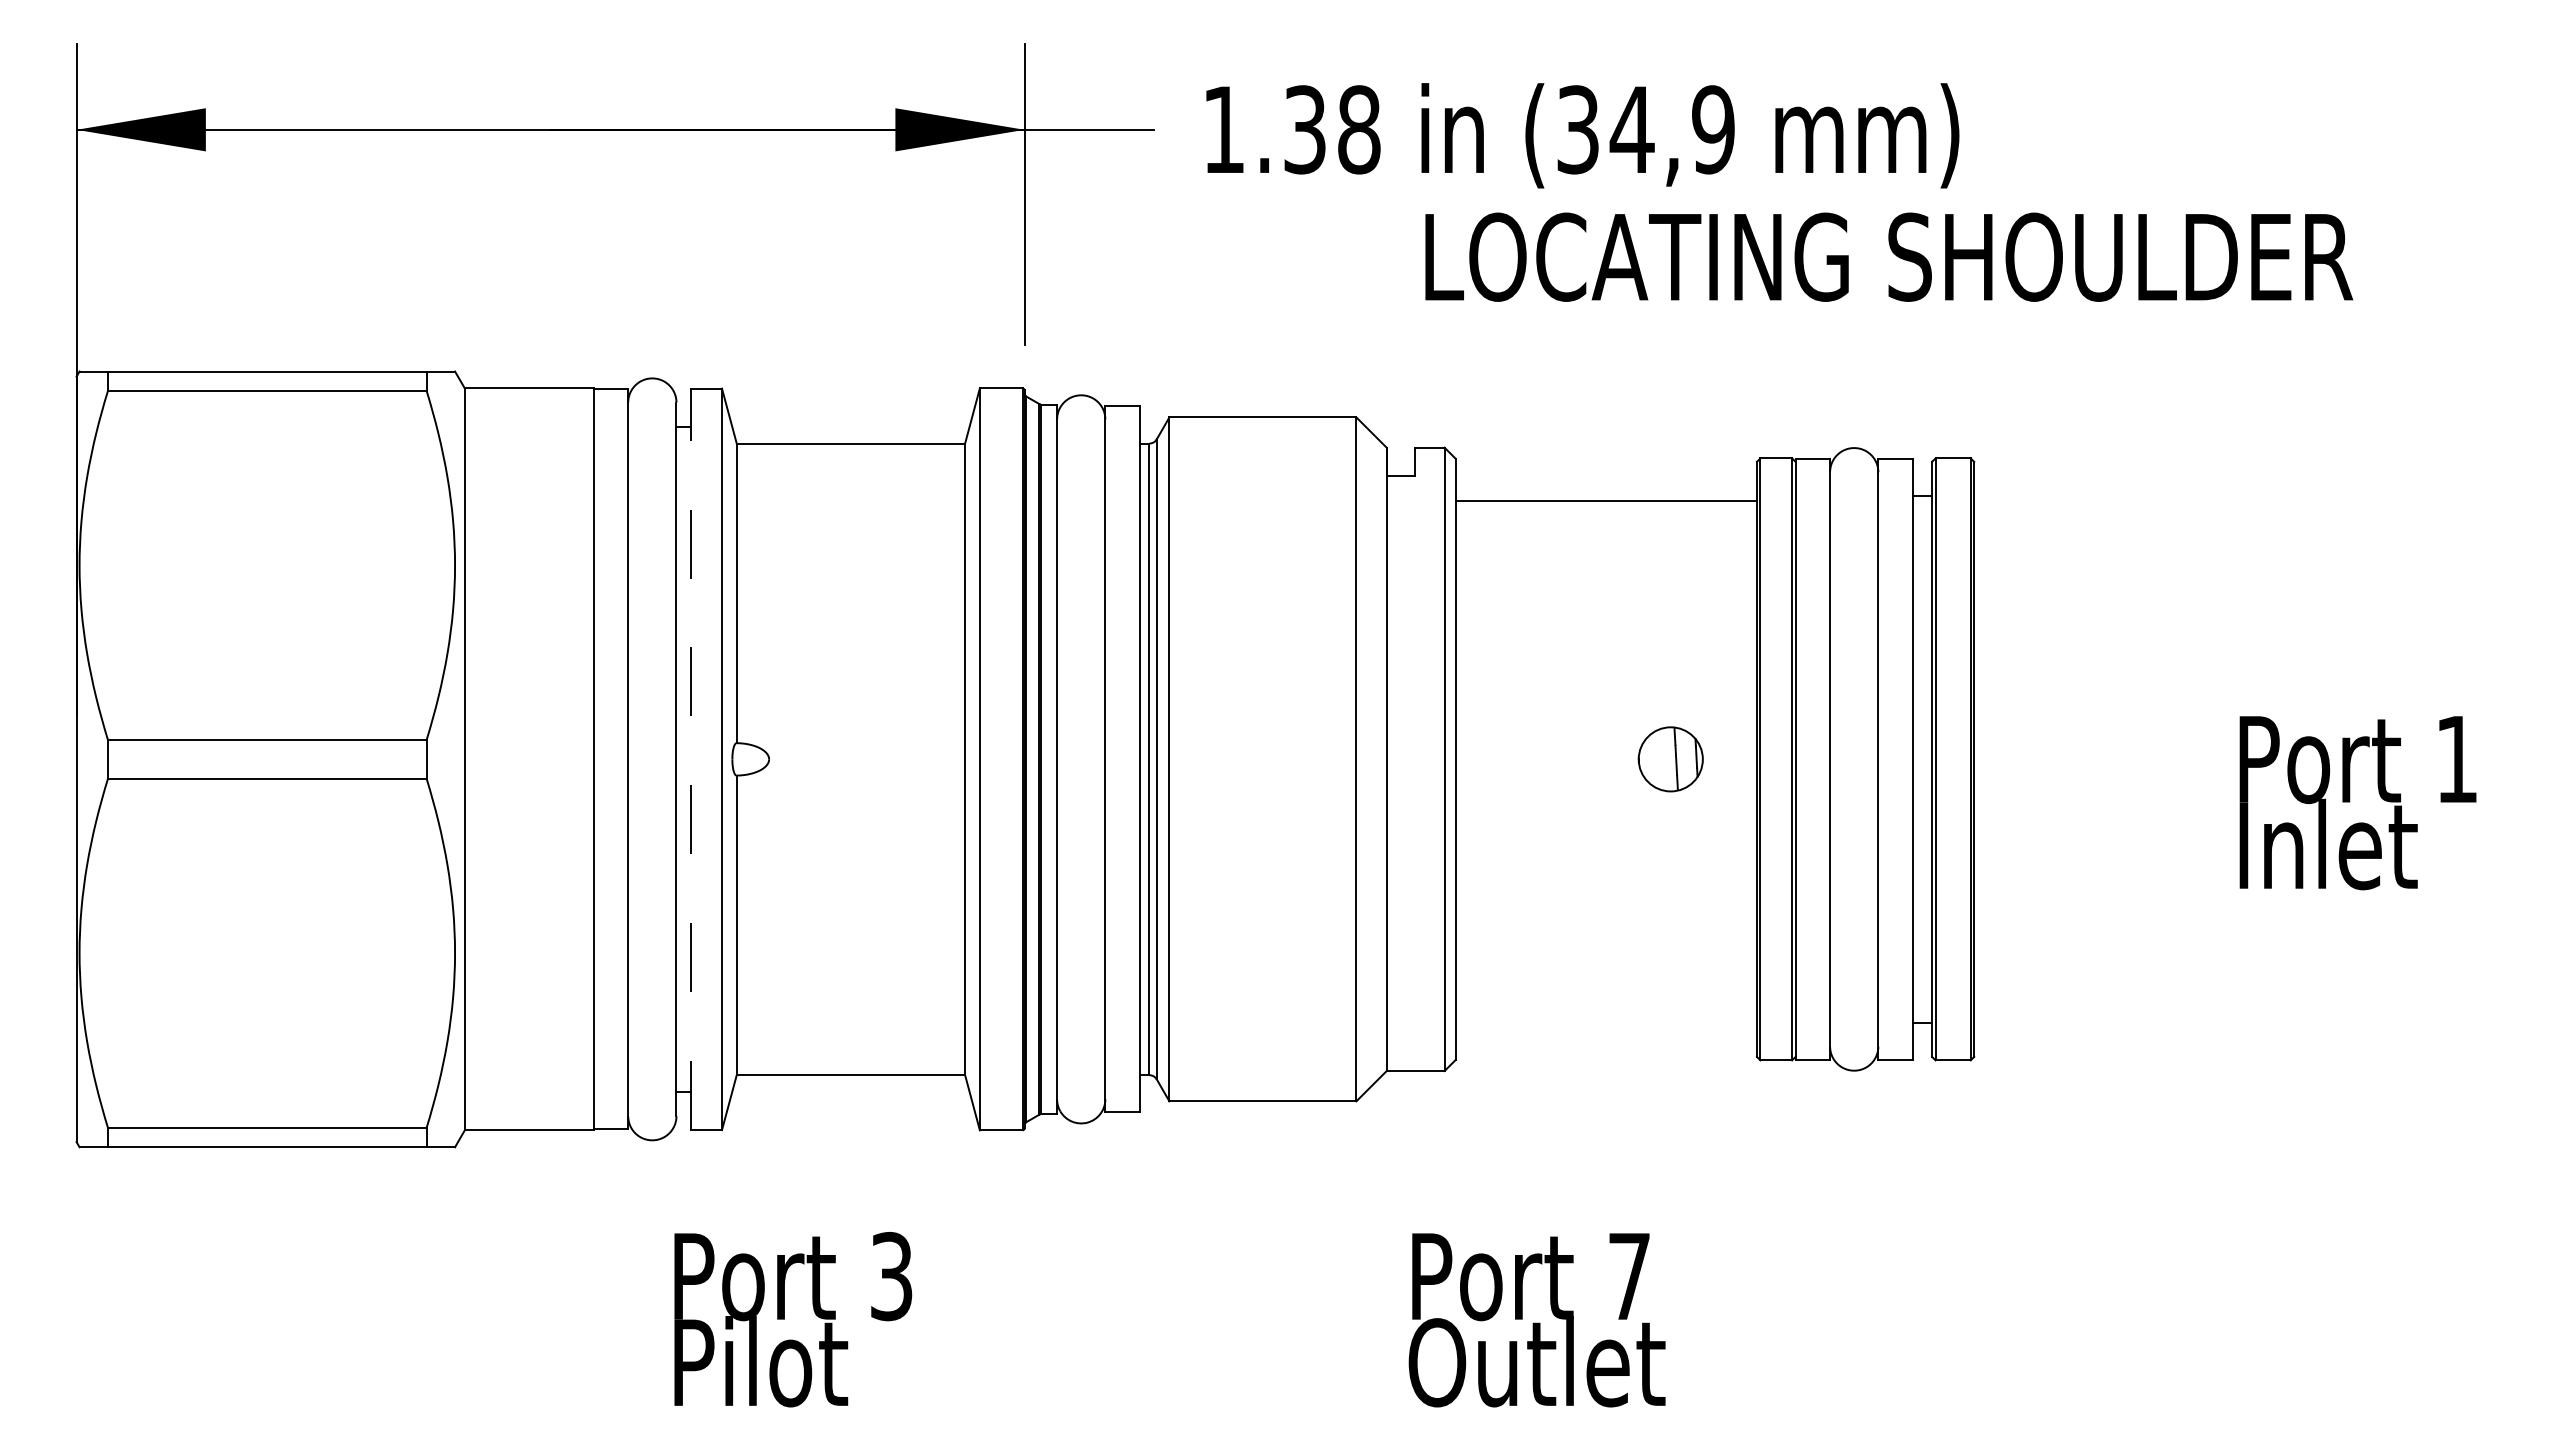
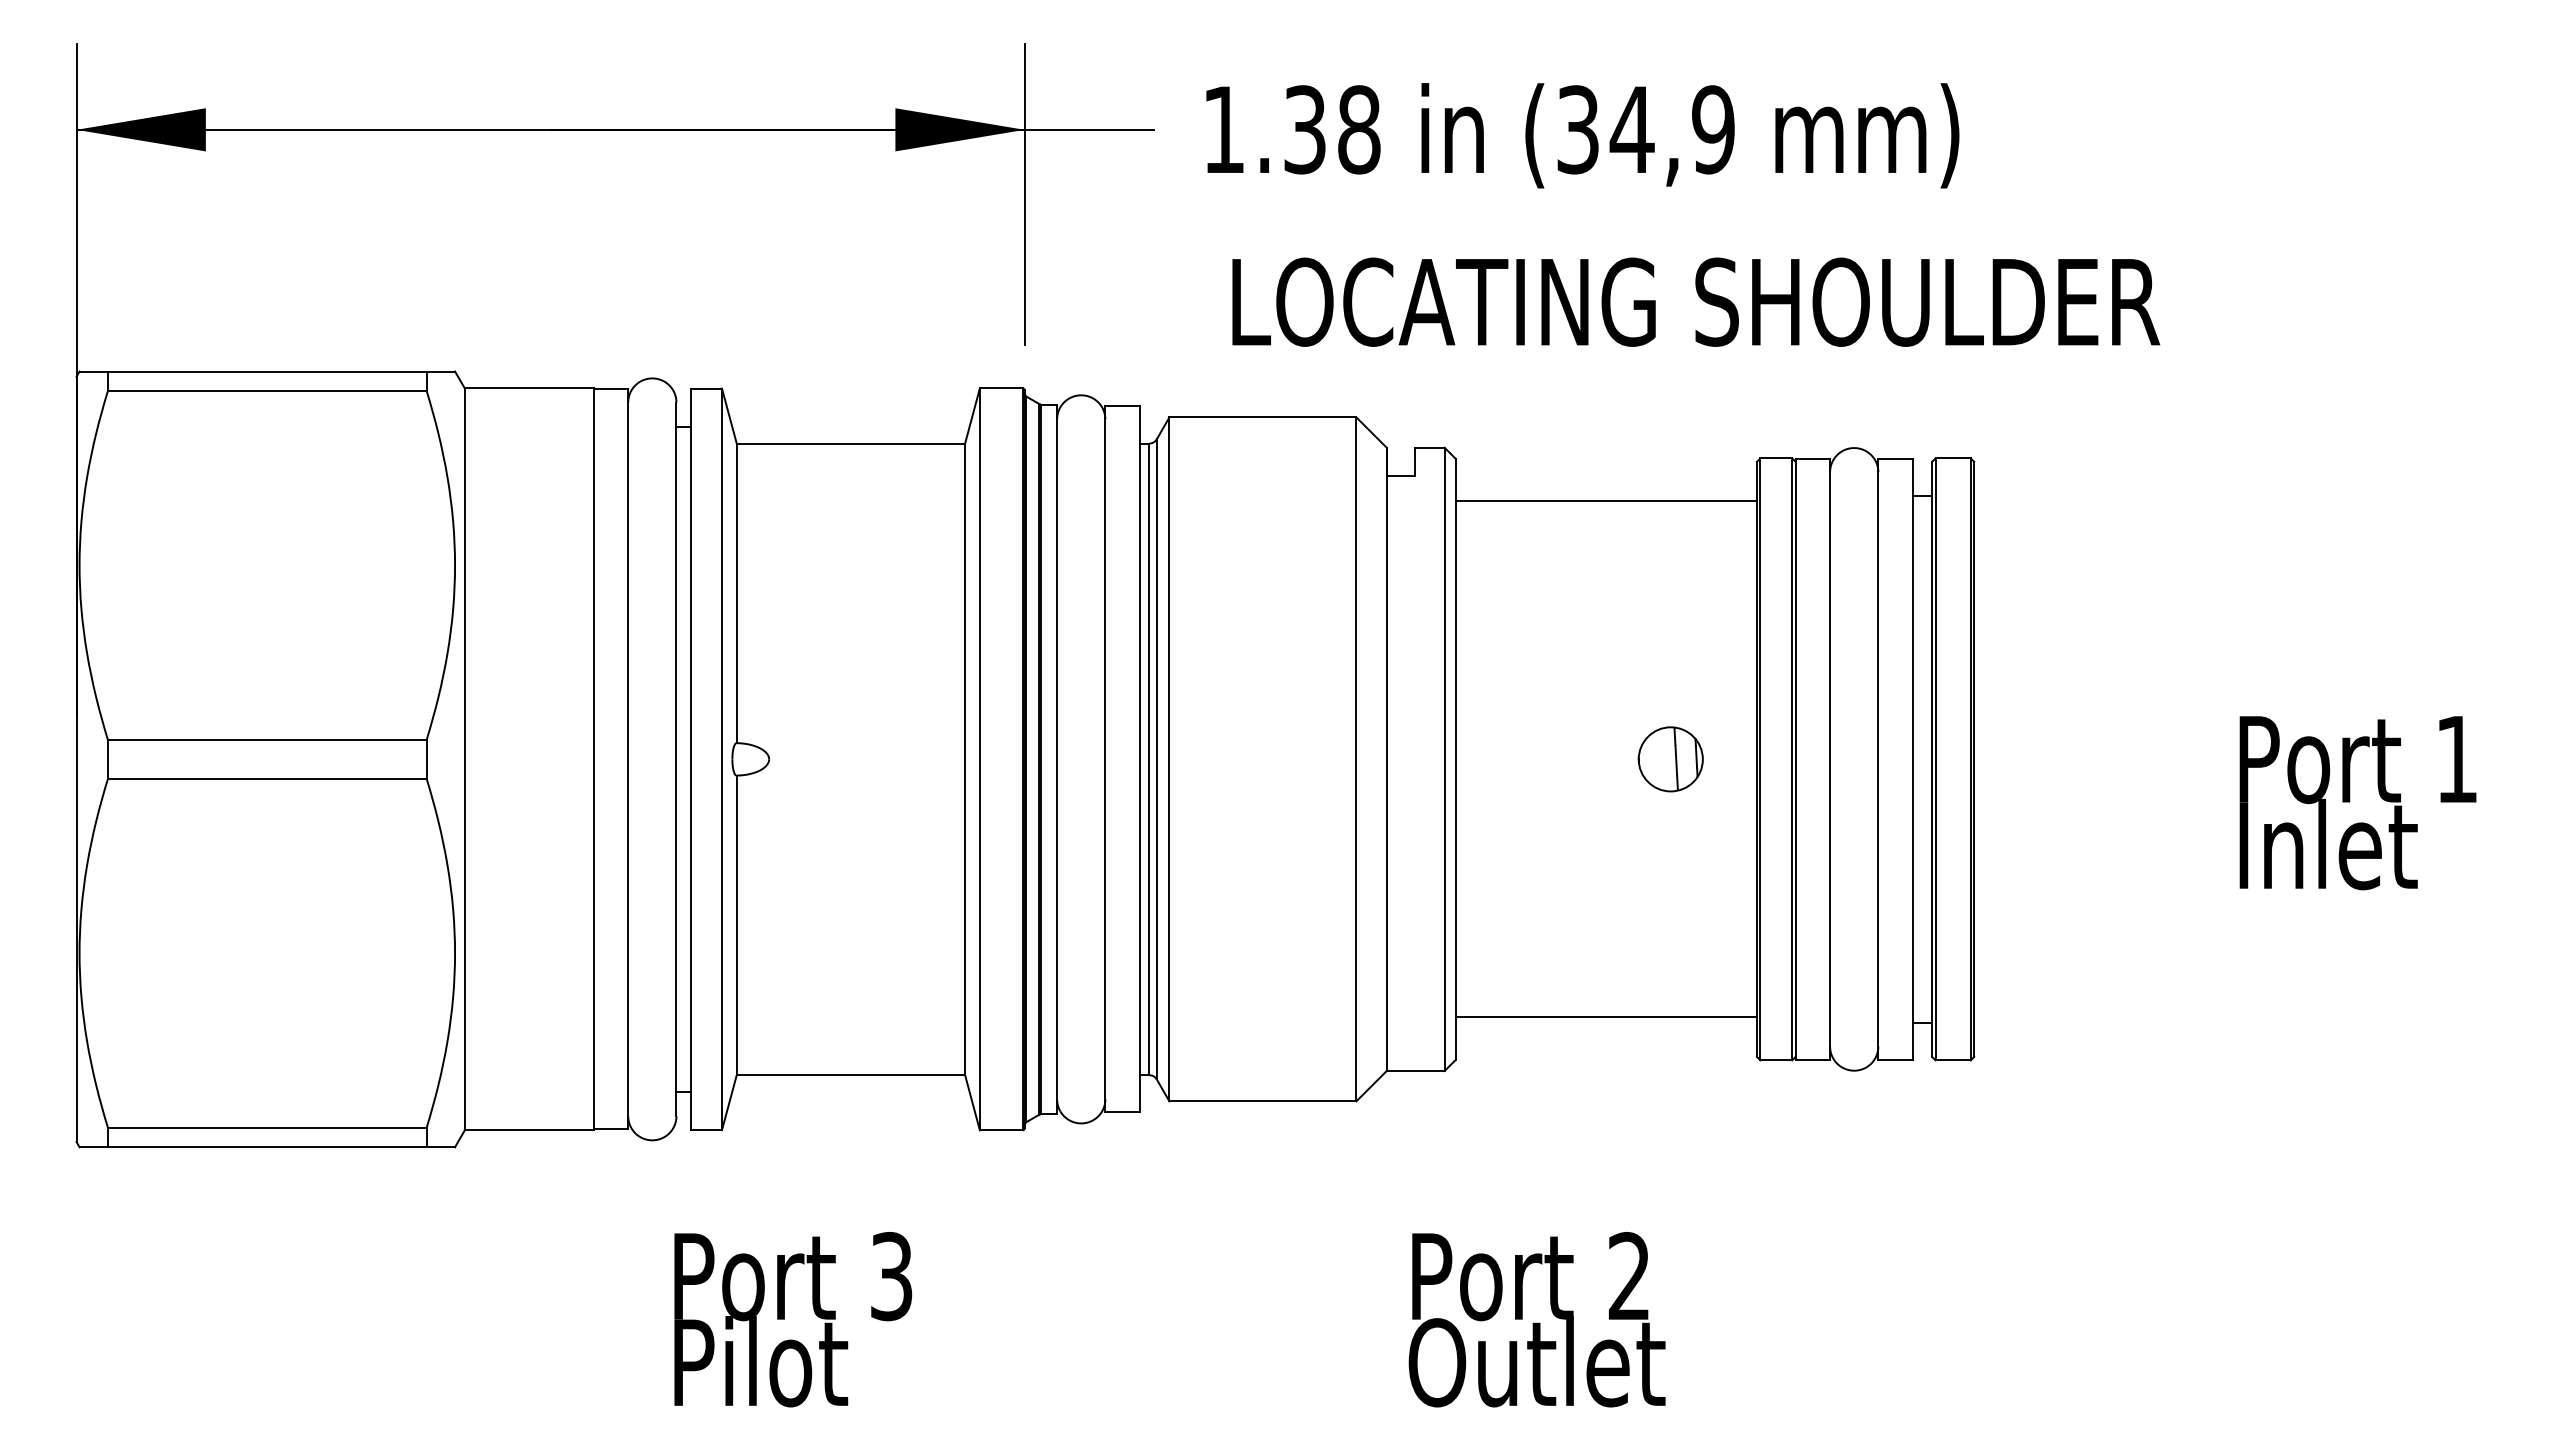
text at (1889, 256) position: (1889, 256) -> (1696, 301)
line at (690, 759): dashed -> solid
line at (1605, 1017): none -> present
text at (1628, 1275): 7 -> 2
